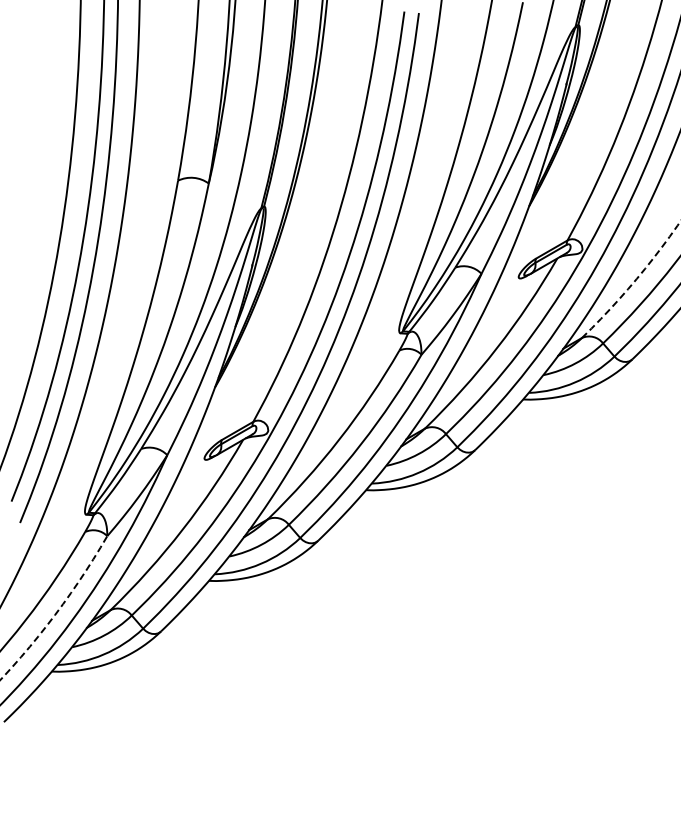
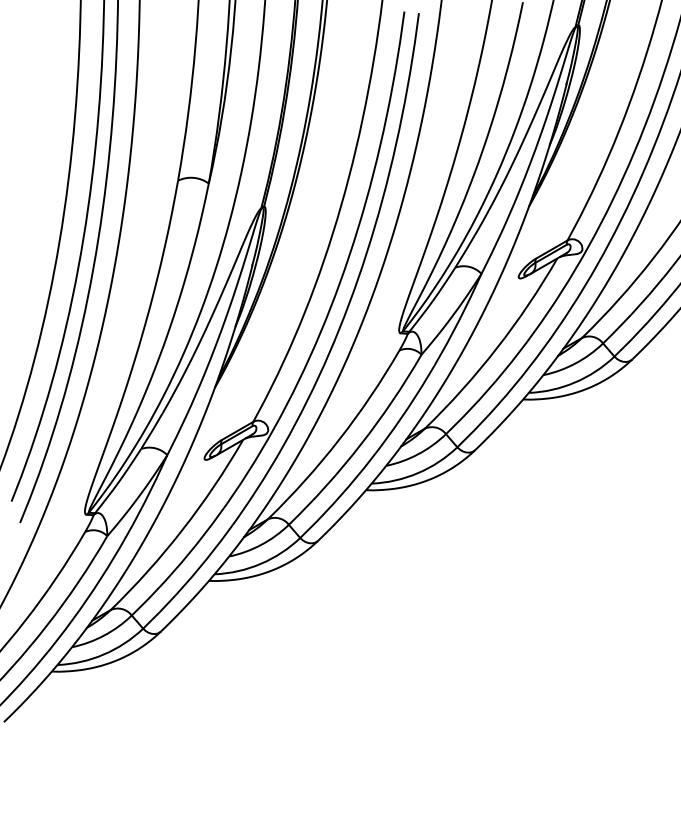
arc at (634, 281): dashed -> solid
arc at (57, 611): dashed -> solid
